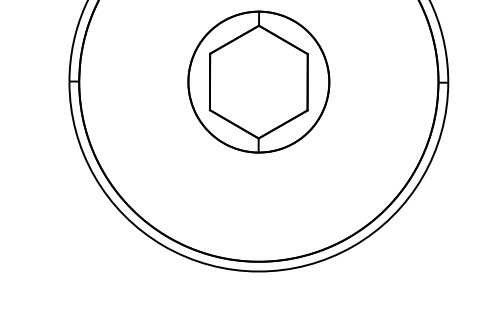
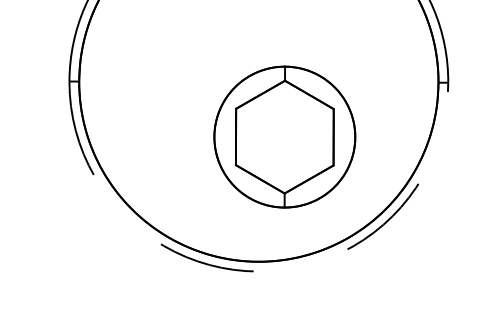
part at (258, 81) position: (258, 81) -> (284, 136)
arc at (258, 271): solid -> dashed
